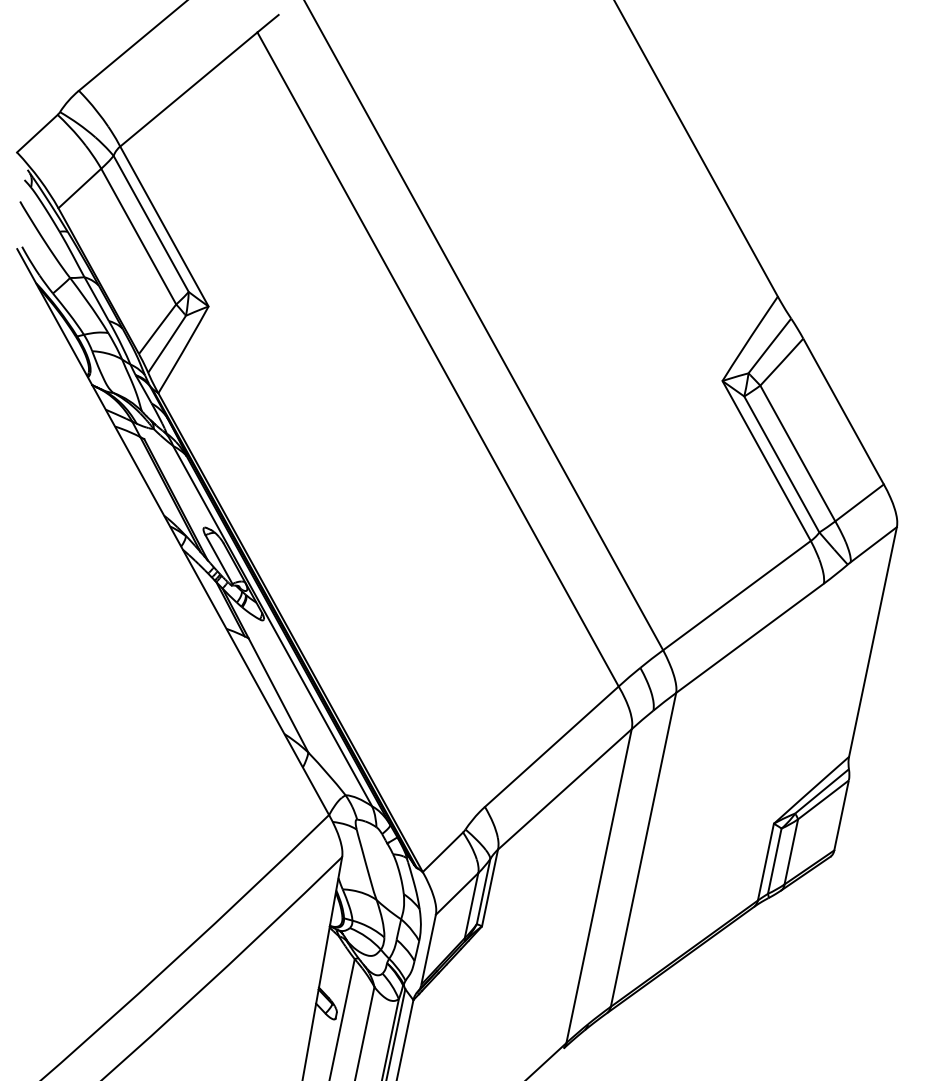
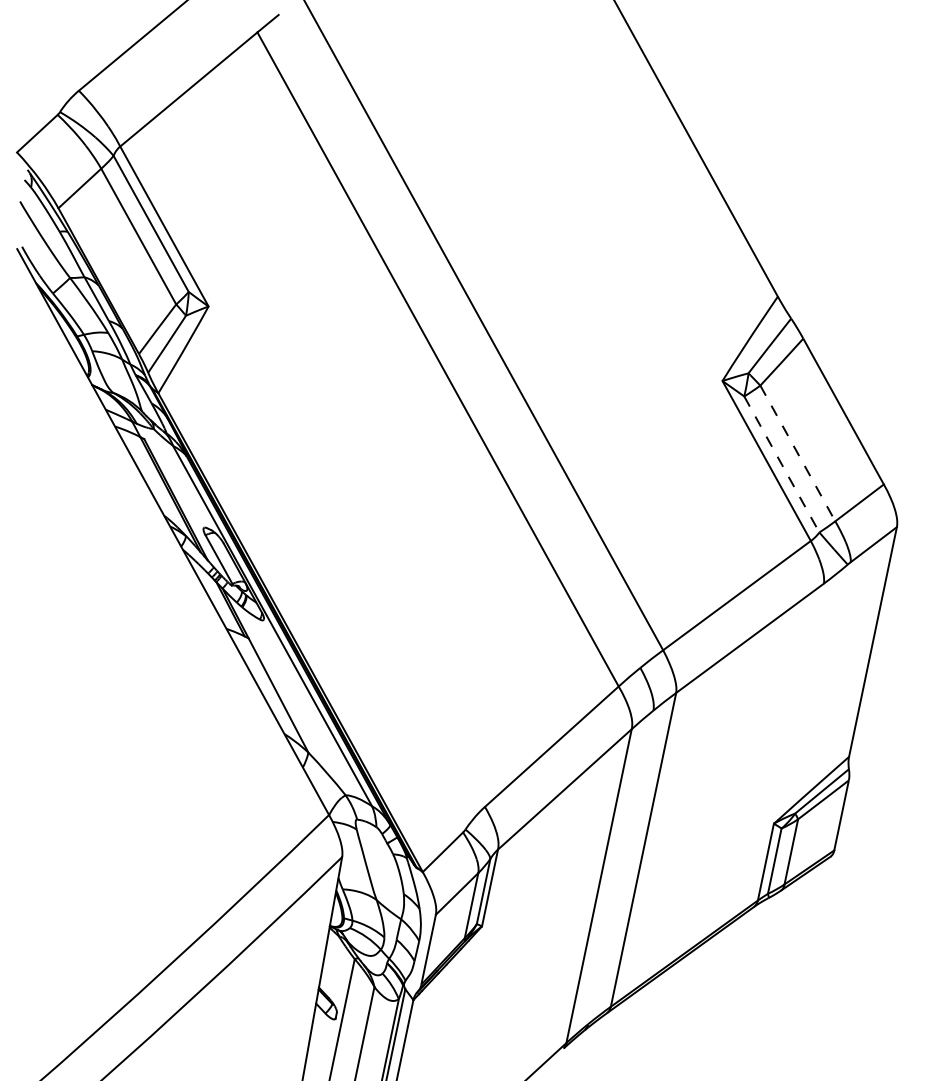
line at (797, 453): solid -> dashed
line at (781, 464): solid -> dashed
